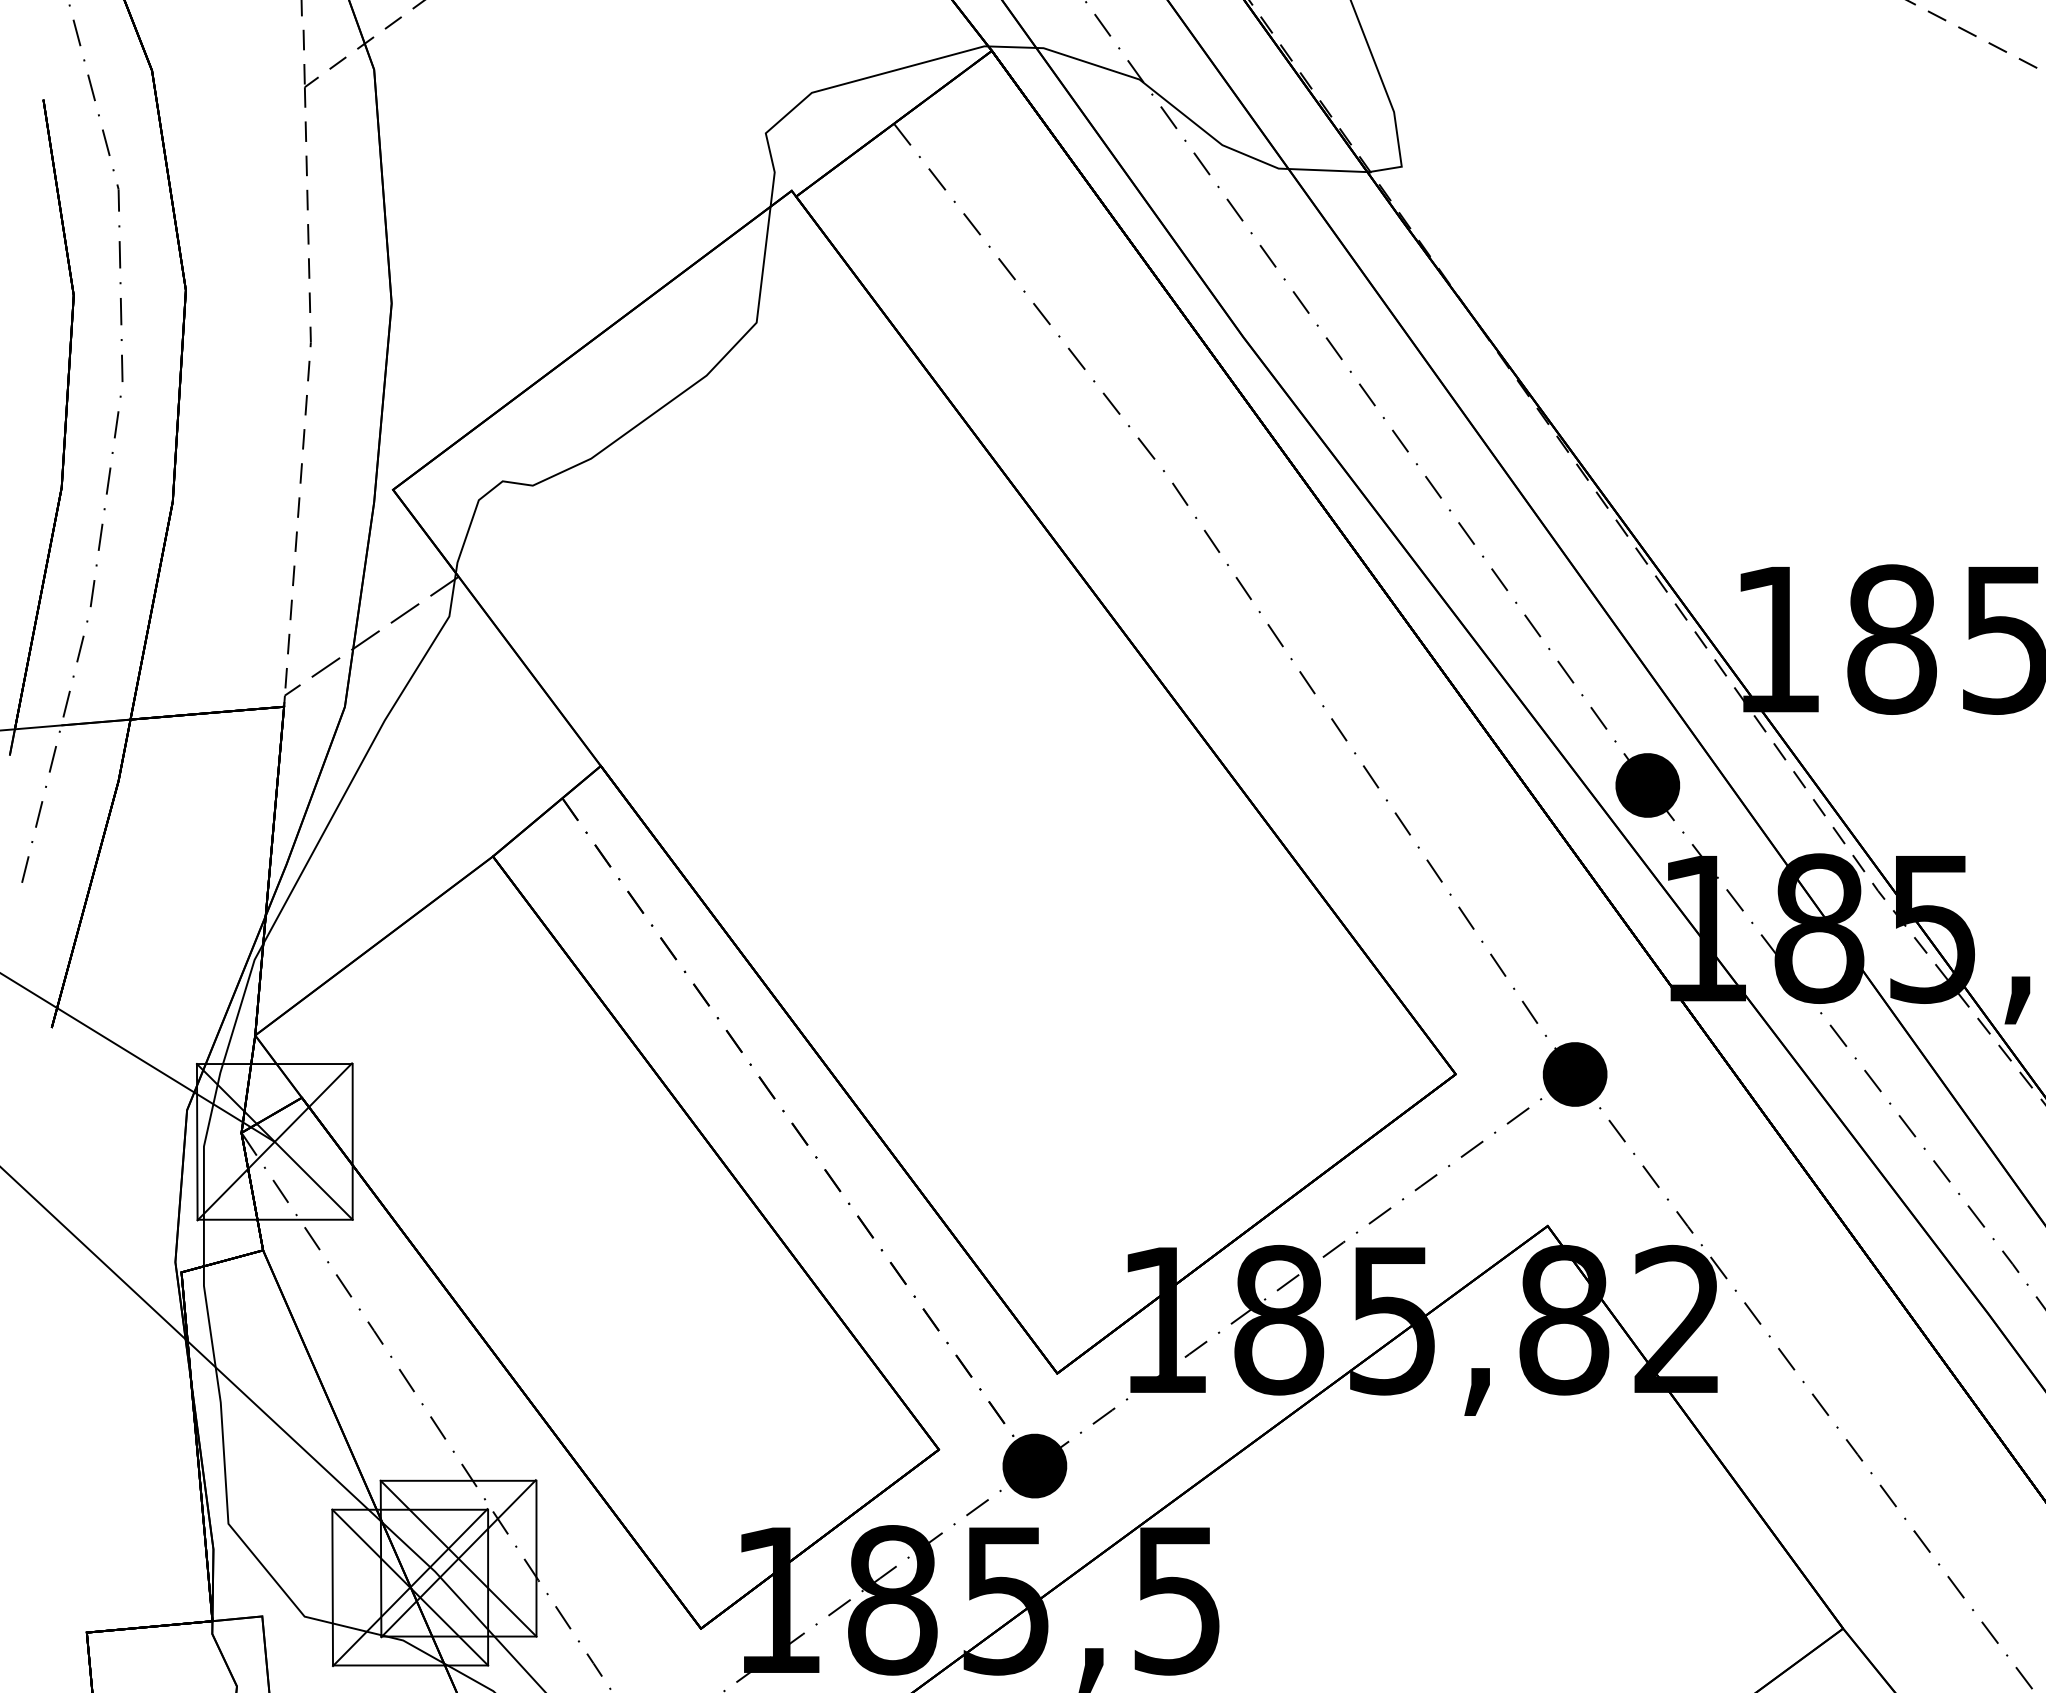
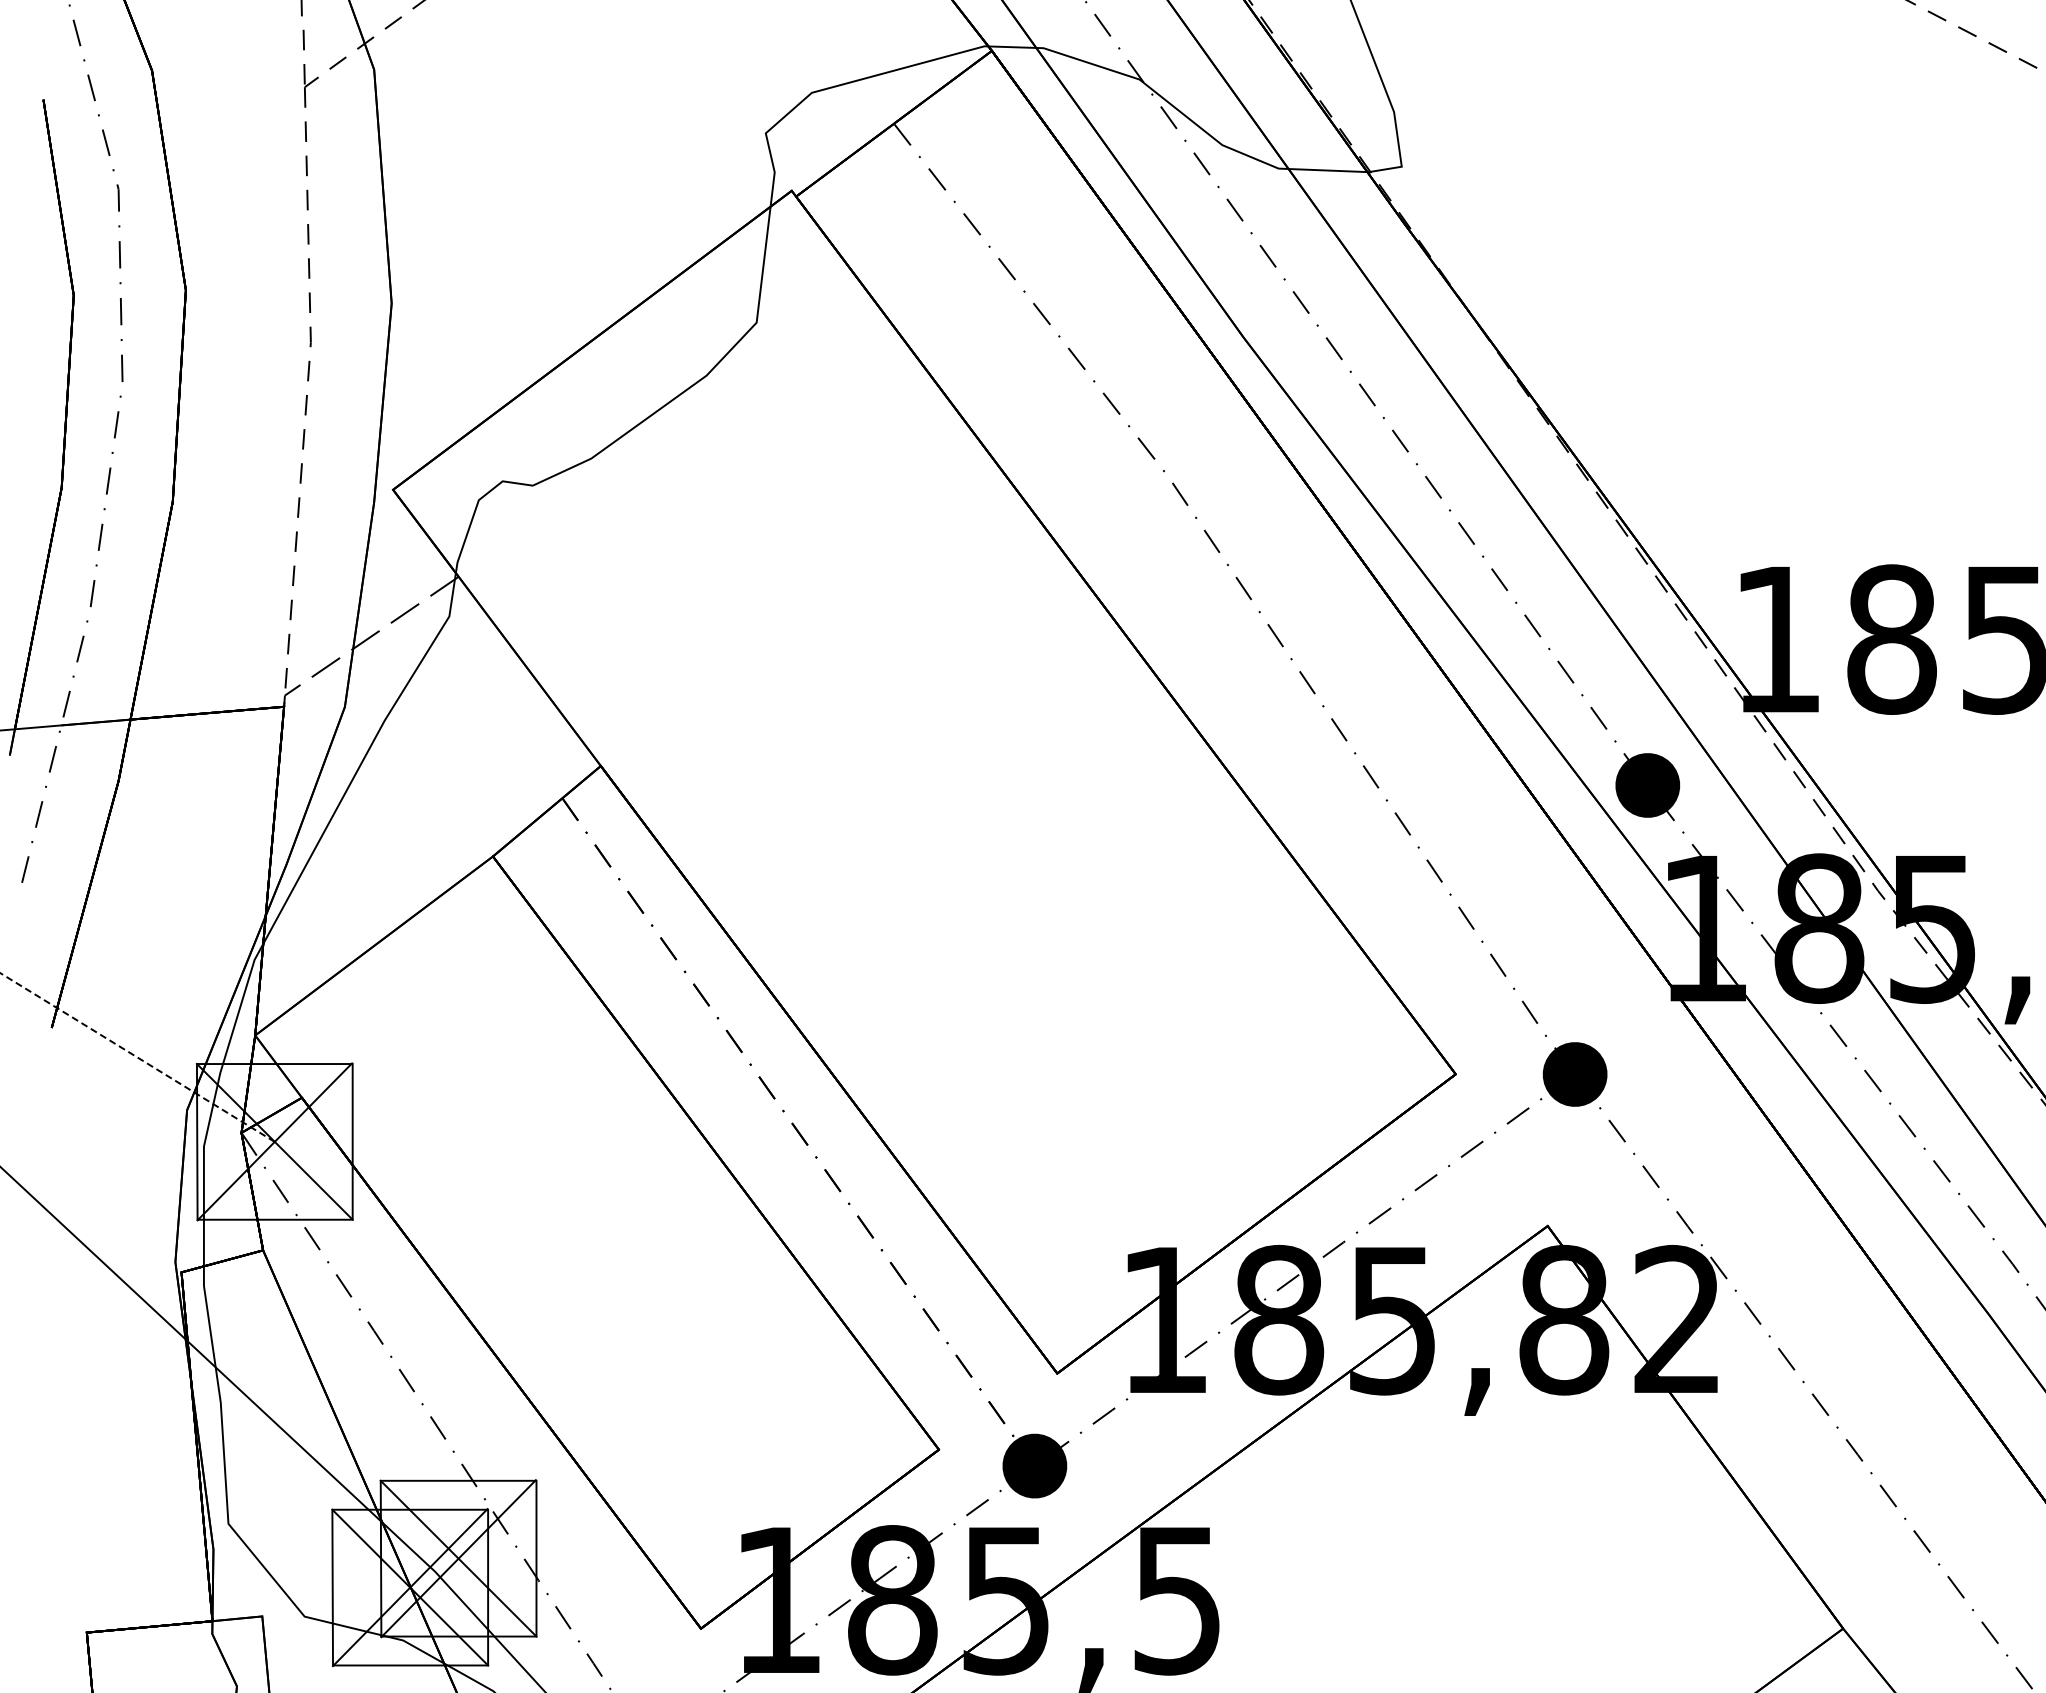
line at (137, 1057): solid -> dashed
